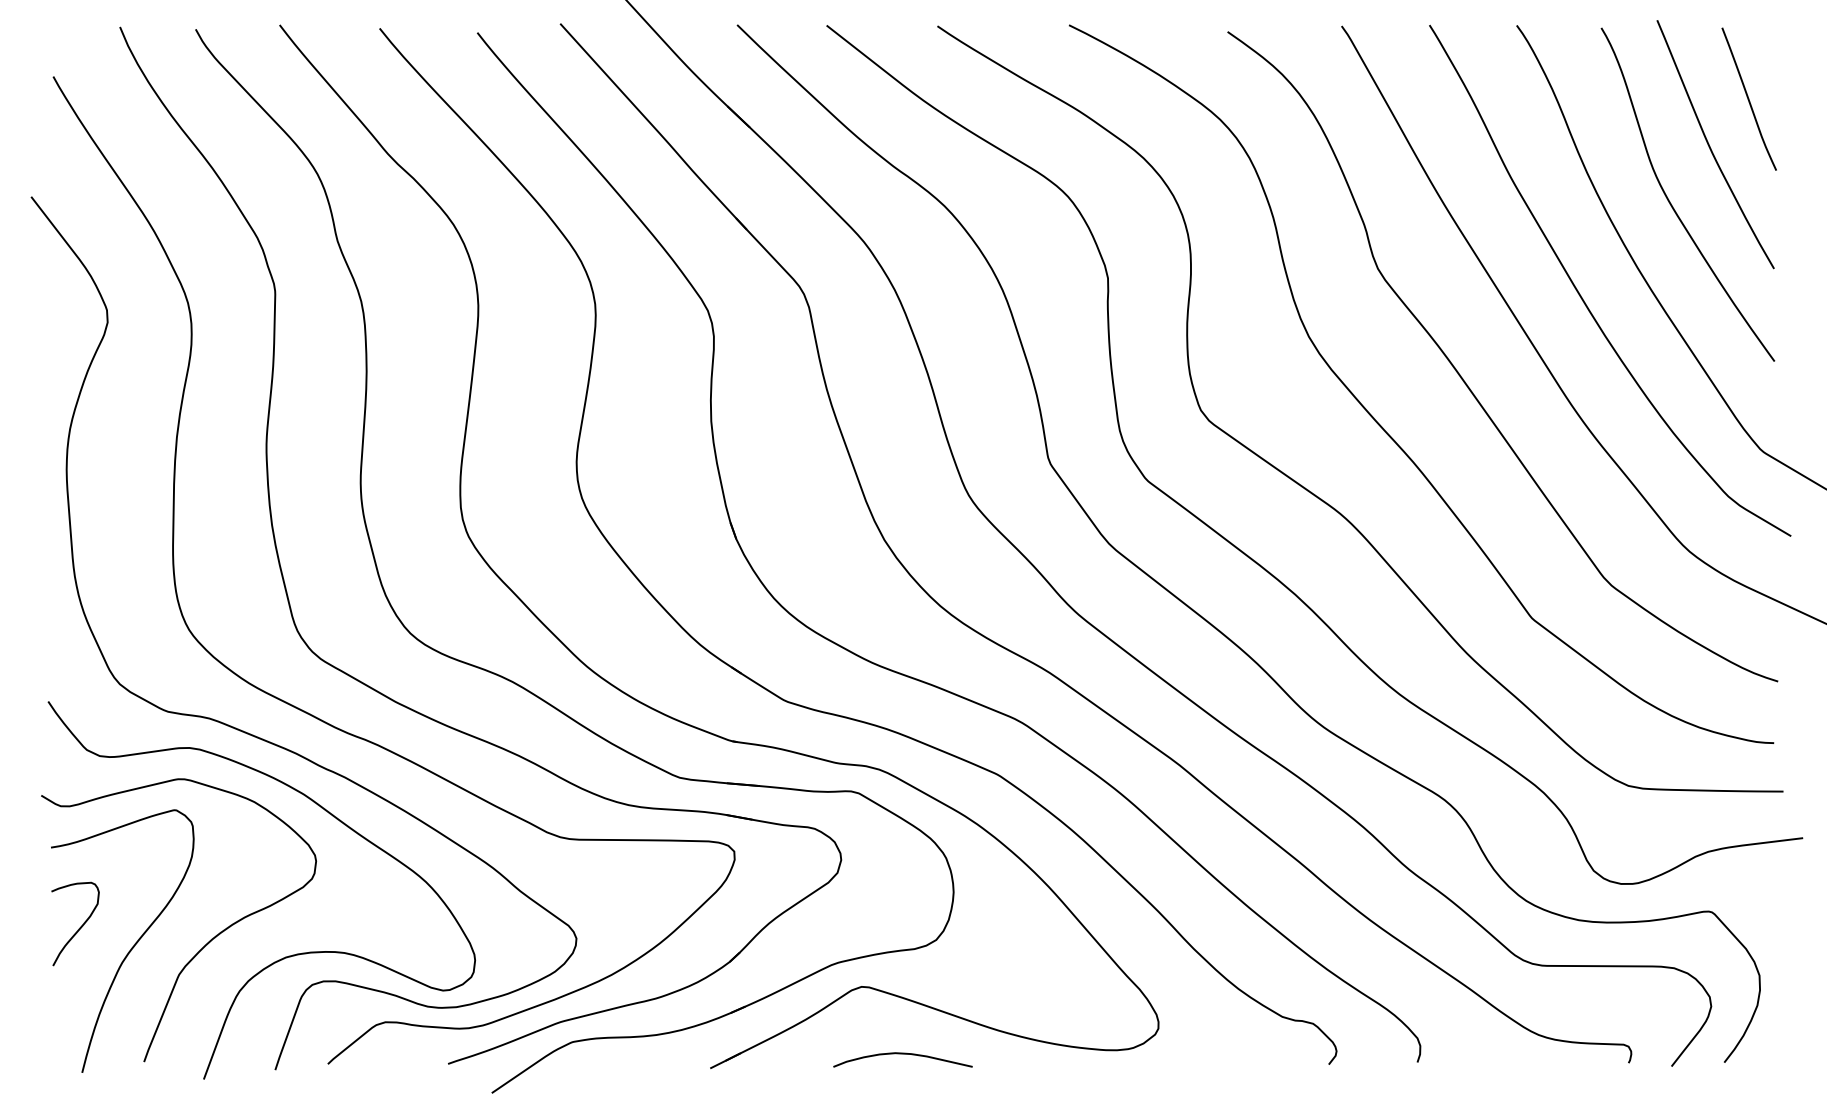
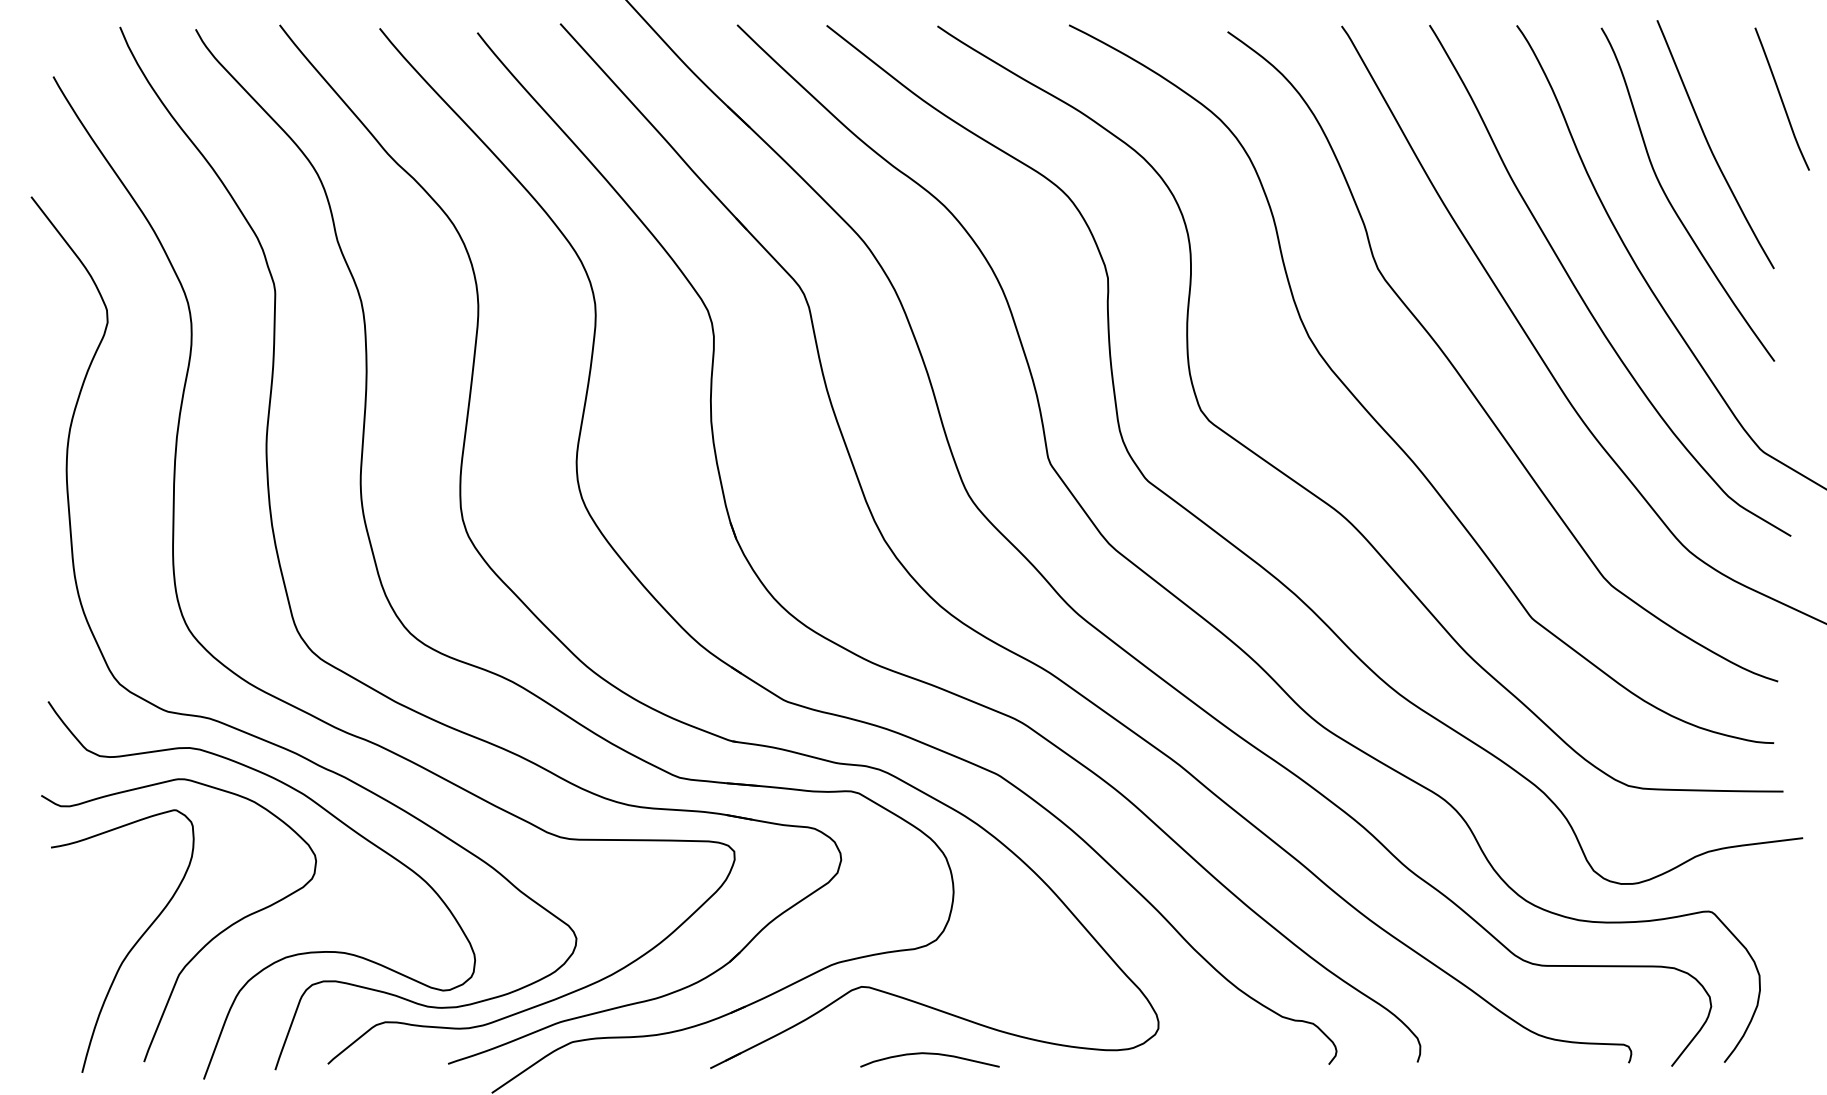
curve at (1748, 98) position: (1748, 98) -> (1781, 98)
curve at (79, 927): present -> none
curve at (902, 1054) position: (902, 1054) -> (929, 1054)
